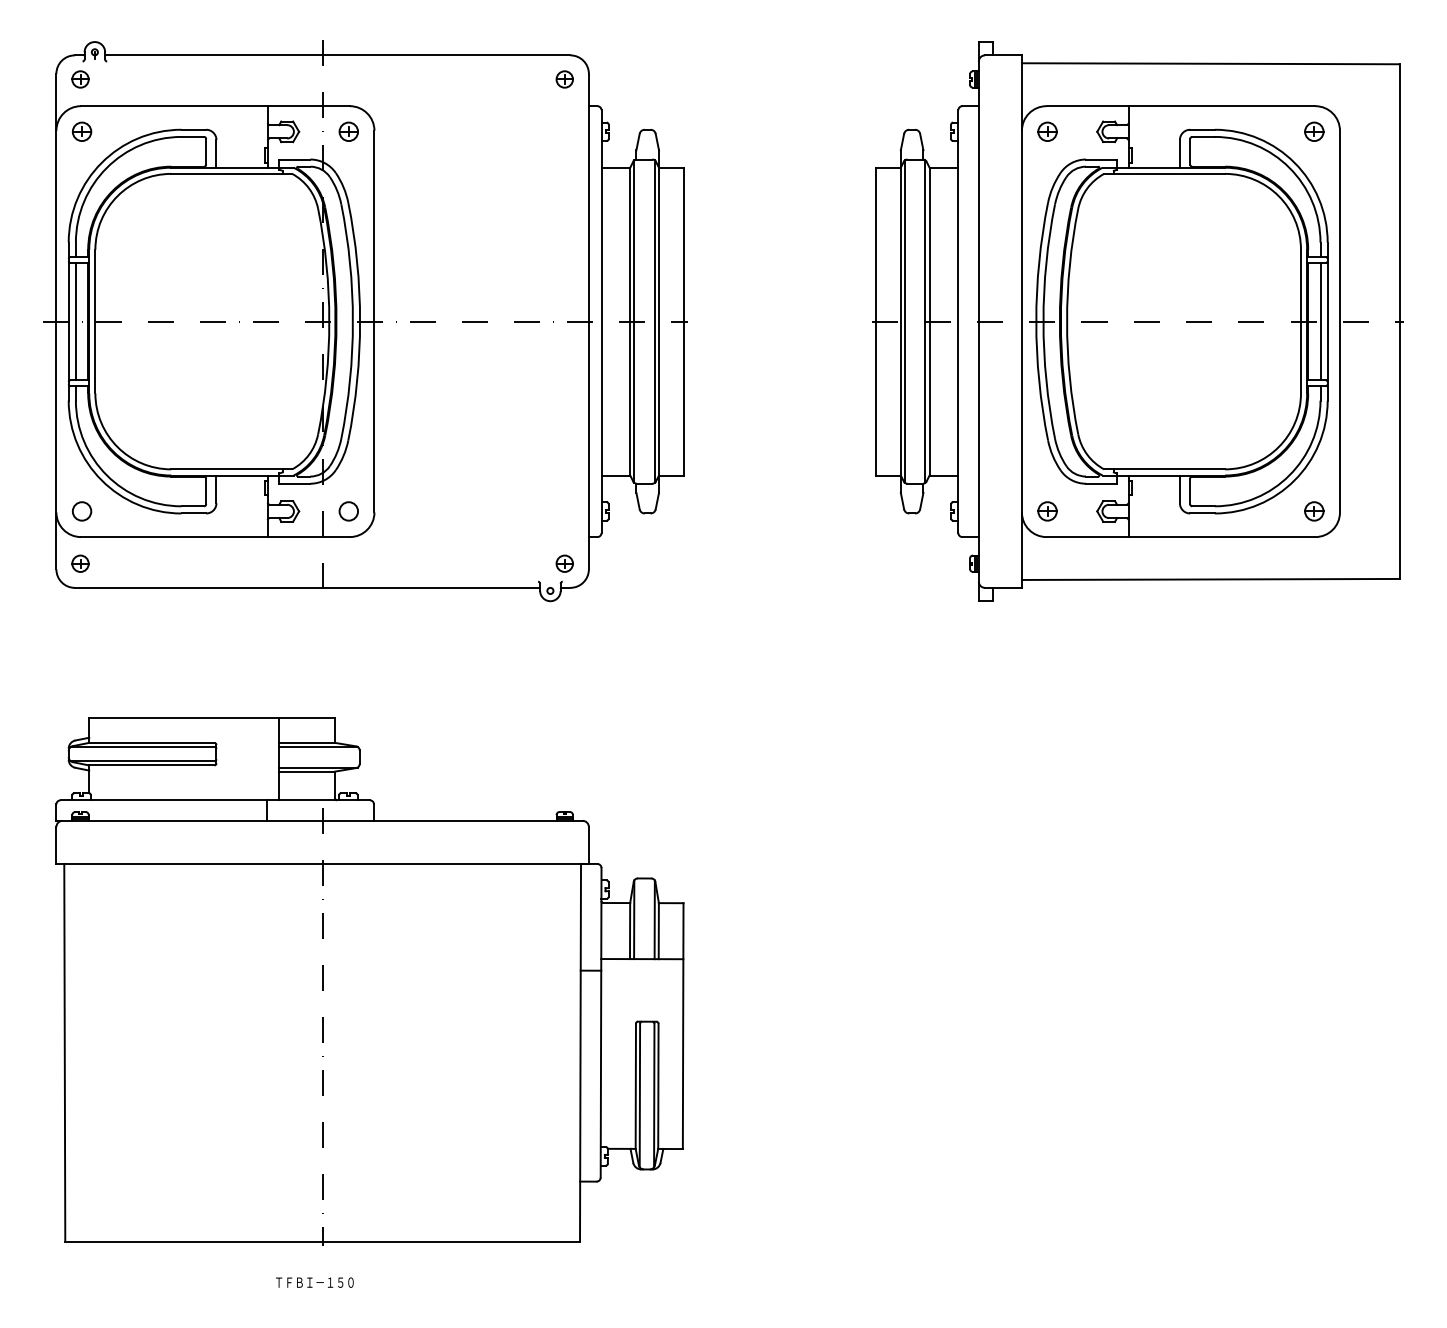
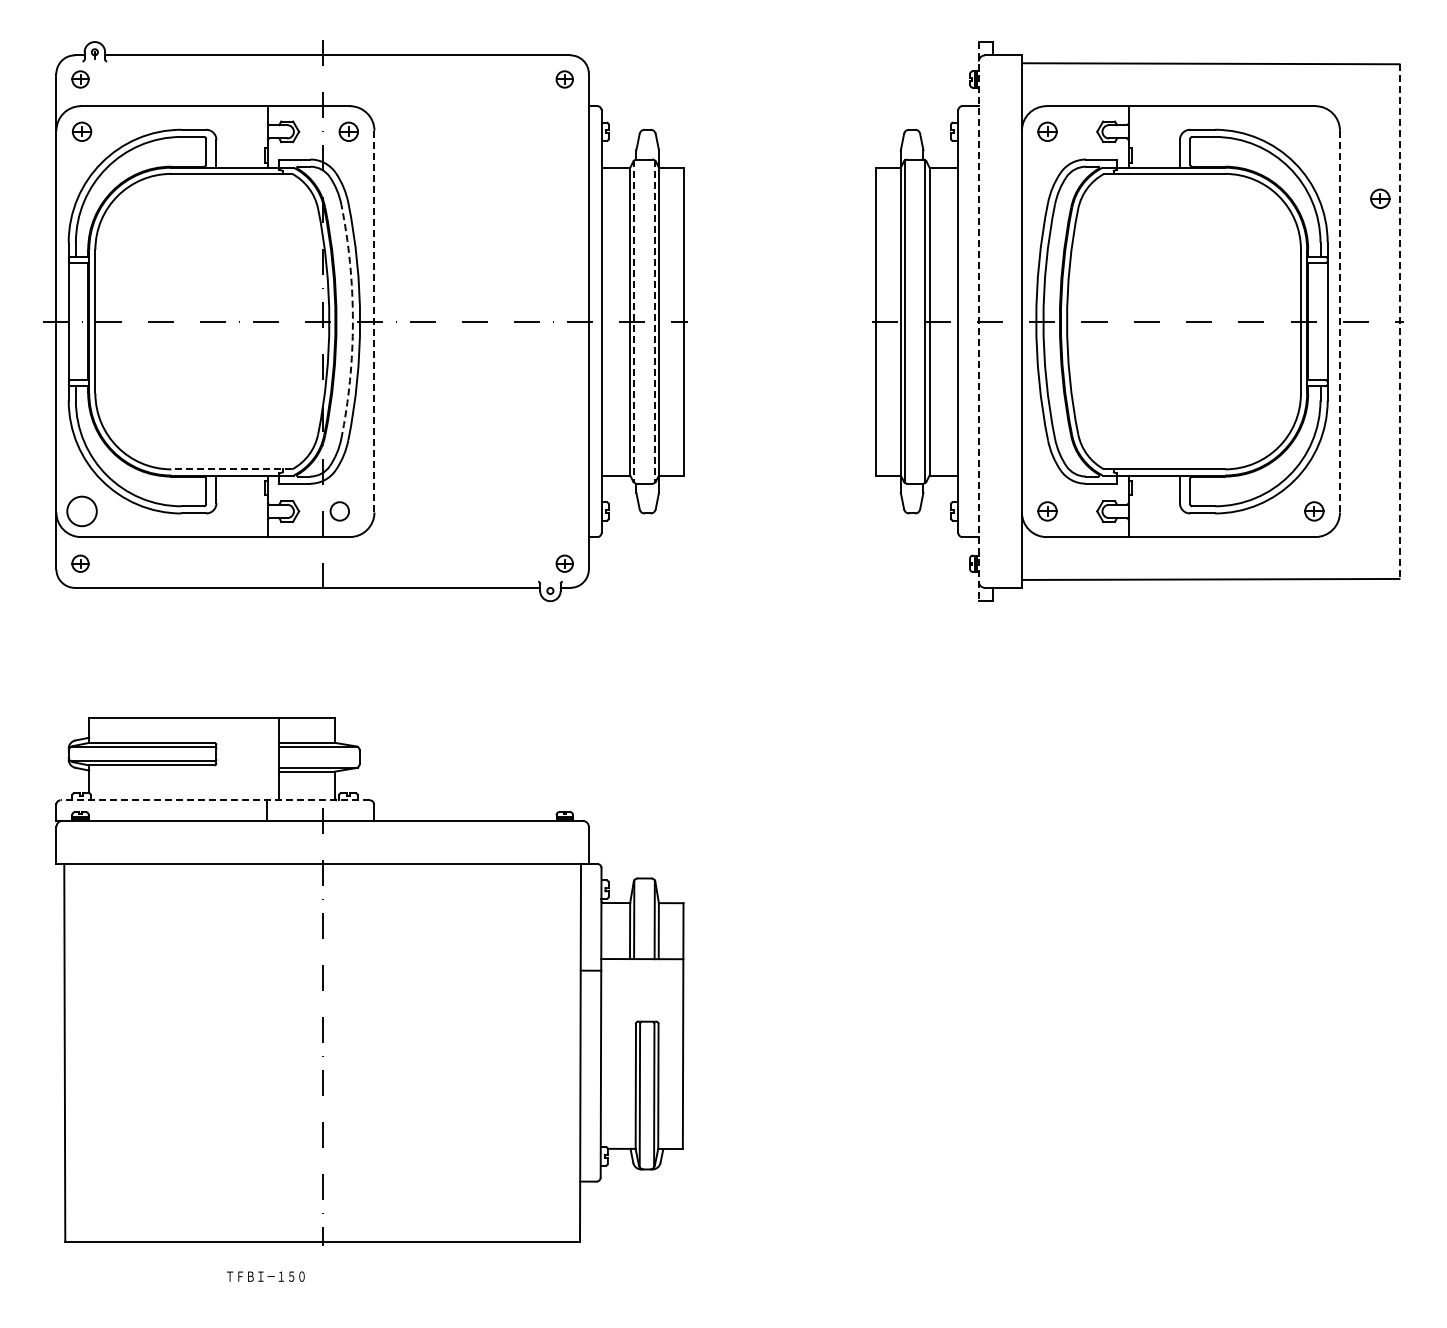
part at (1314, 131) position: (1314, 131) -> (1380, 198)
line at (75, 321): present -> none
arc at (352, 321): solid -> dashed
line at (374, 321): solid -> dashed
line at (978, 321): solid -> dashed
line at (1320, 321): present -> none
line at (1339, 321): solid -> dashed
line at (634, 322): solid -> dashed
line at (654, 322): solid -> dashed
line at (1399, 322): solid -> dashed
line at (231, 469): solid -> dashed
circle at (81, 511) diameter: 18 px -> 30 px
circle at (348, 511) position: (348, 511) -> (339, 511)
line at (215, 800): solid -> dashed
text at (314, 1282) position: (314, 1282) -> (265, 1276)
